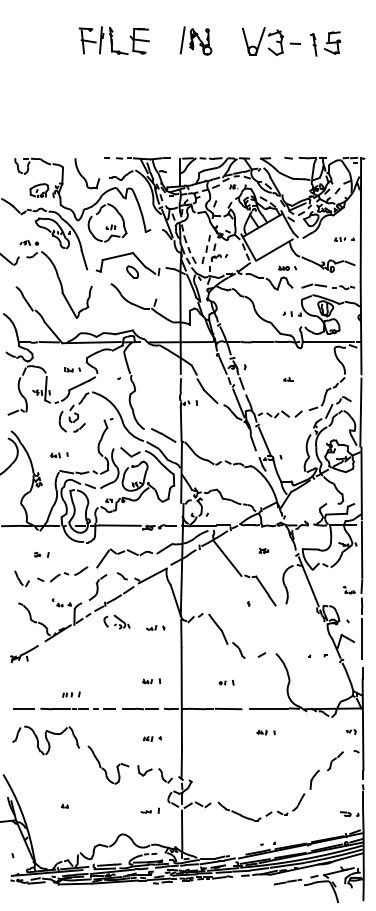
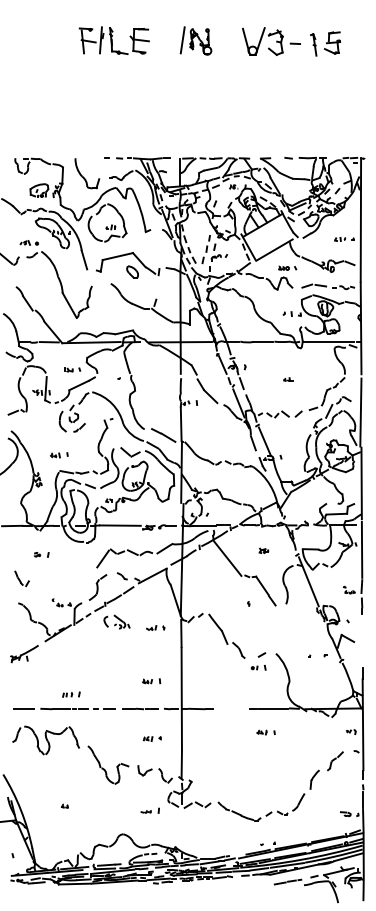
part at (62, 574): present -> none
line at (362, 639): present -> none
part at (226, 682) position: (226, 682) -> (258, 667)
line at (228, 708): present -> none
line at (181, 830): present -> none
